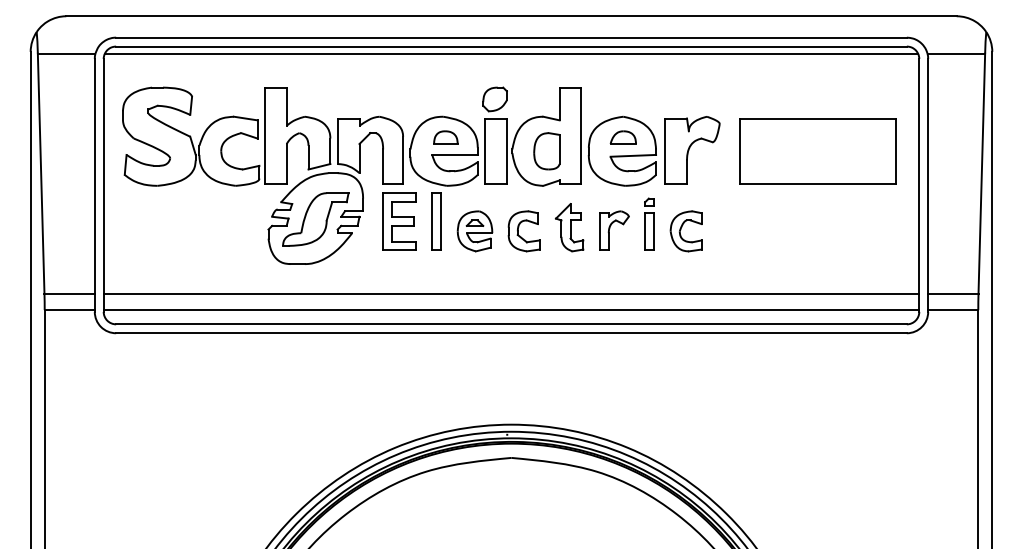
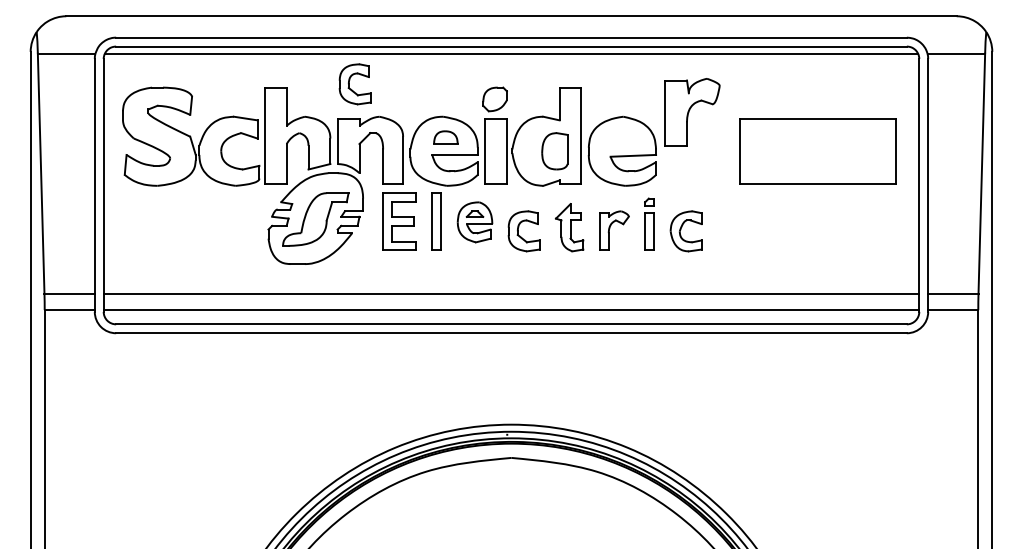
part at (354, 84): none -> present
part at (622, 137): present -> none
part at (692, 150) position: (692, 150) -> (692, 112)
part at (546, 151) position: (546, 151) -> (554, 151)
part at (474, 231) position: (474, 231) -> (474, 222)
